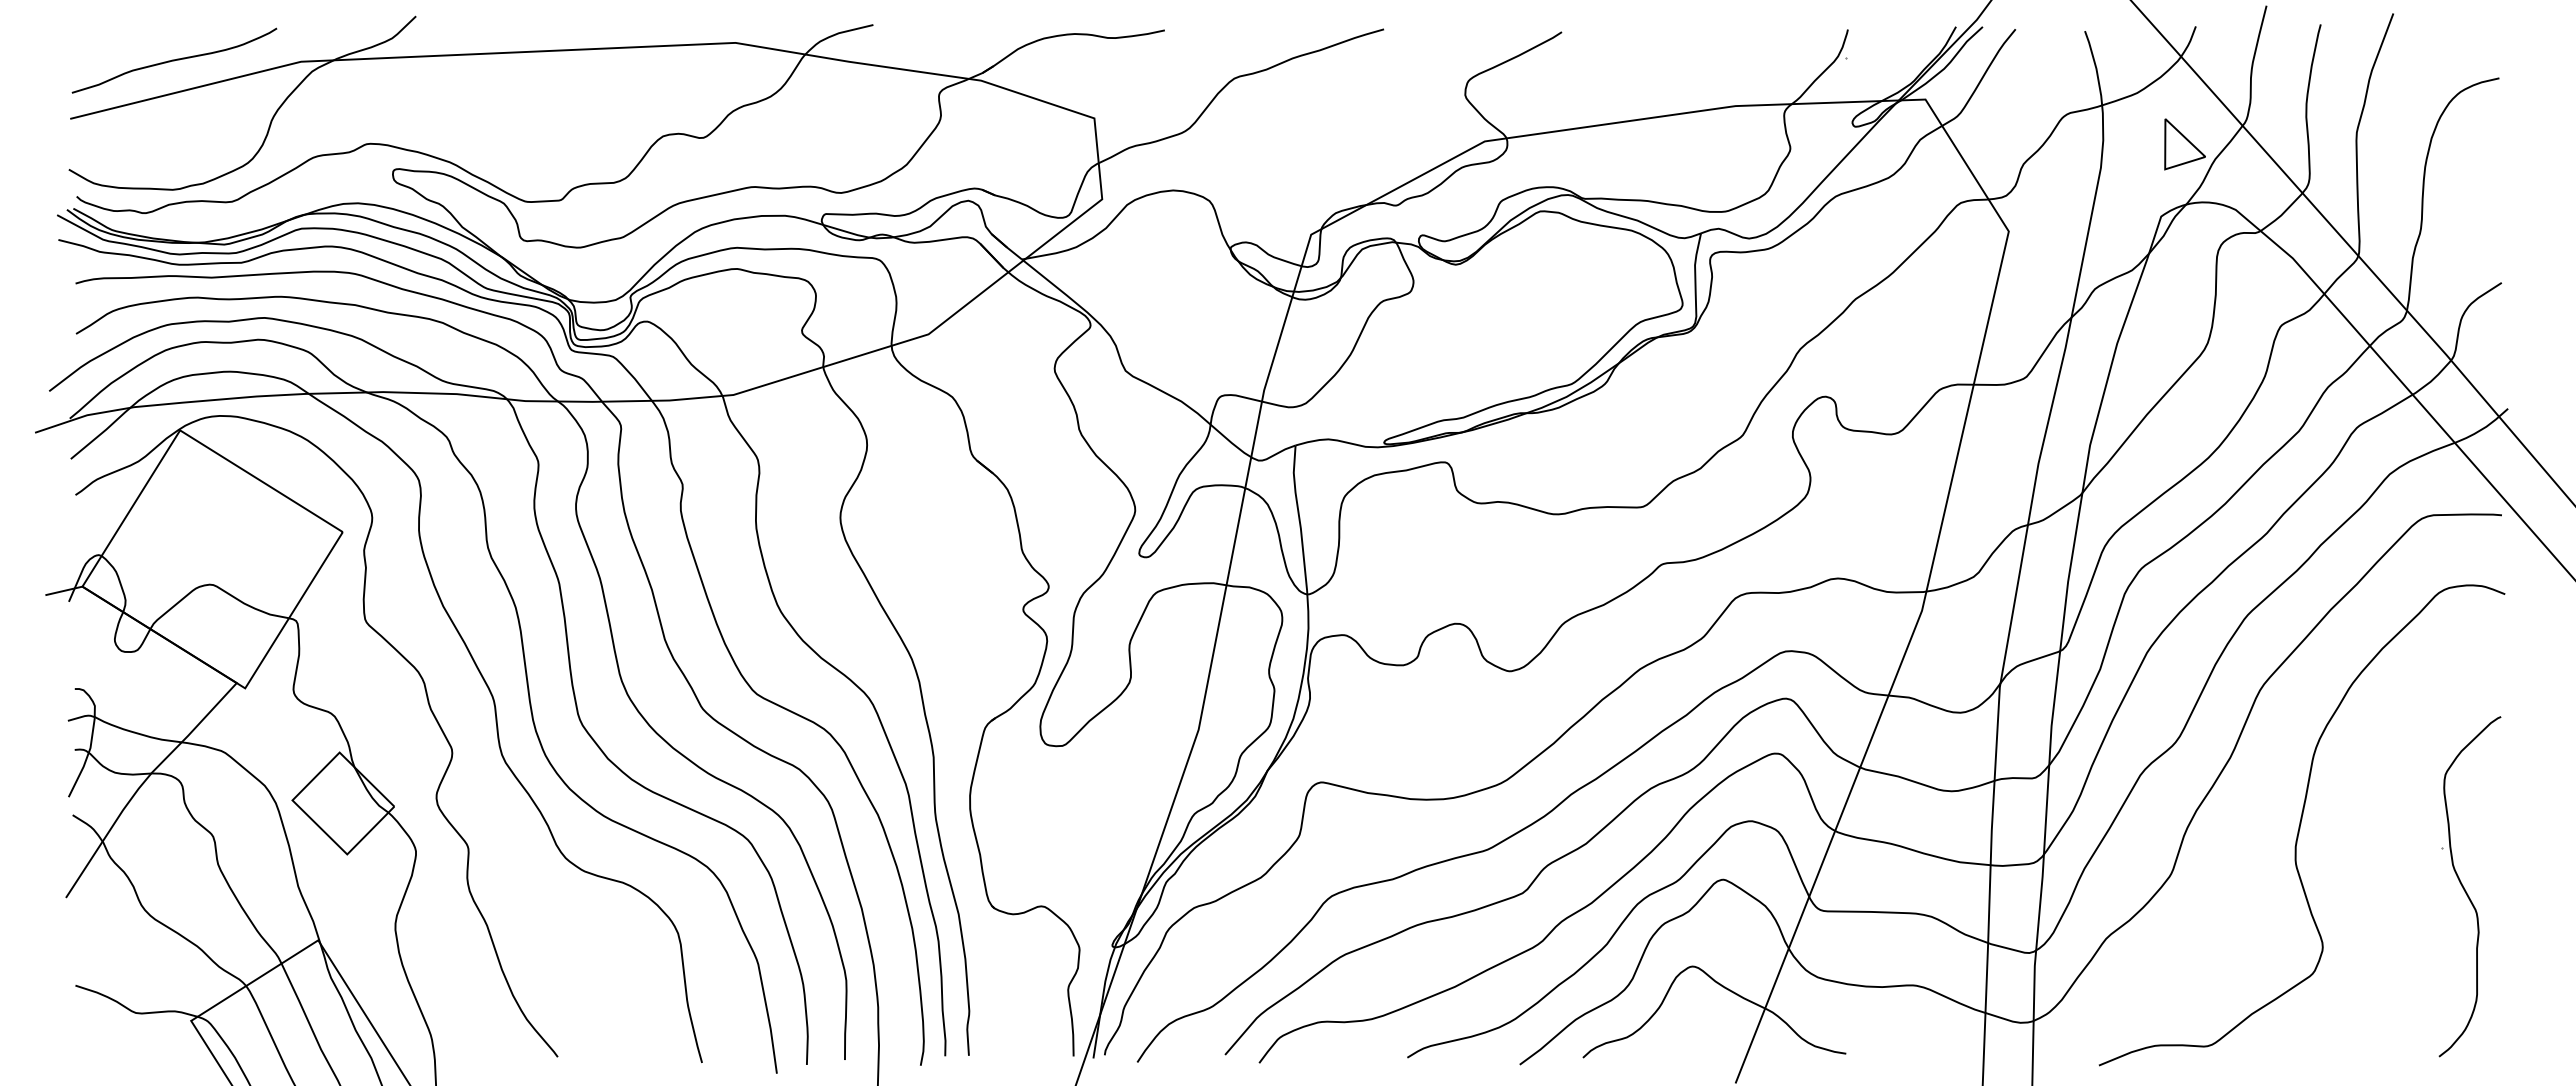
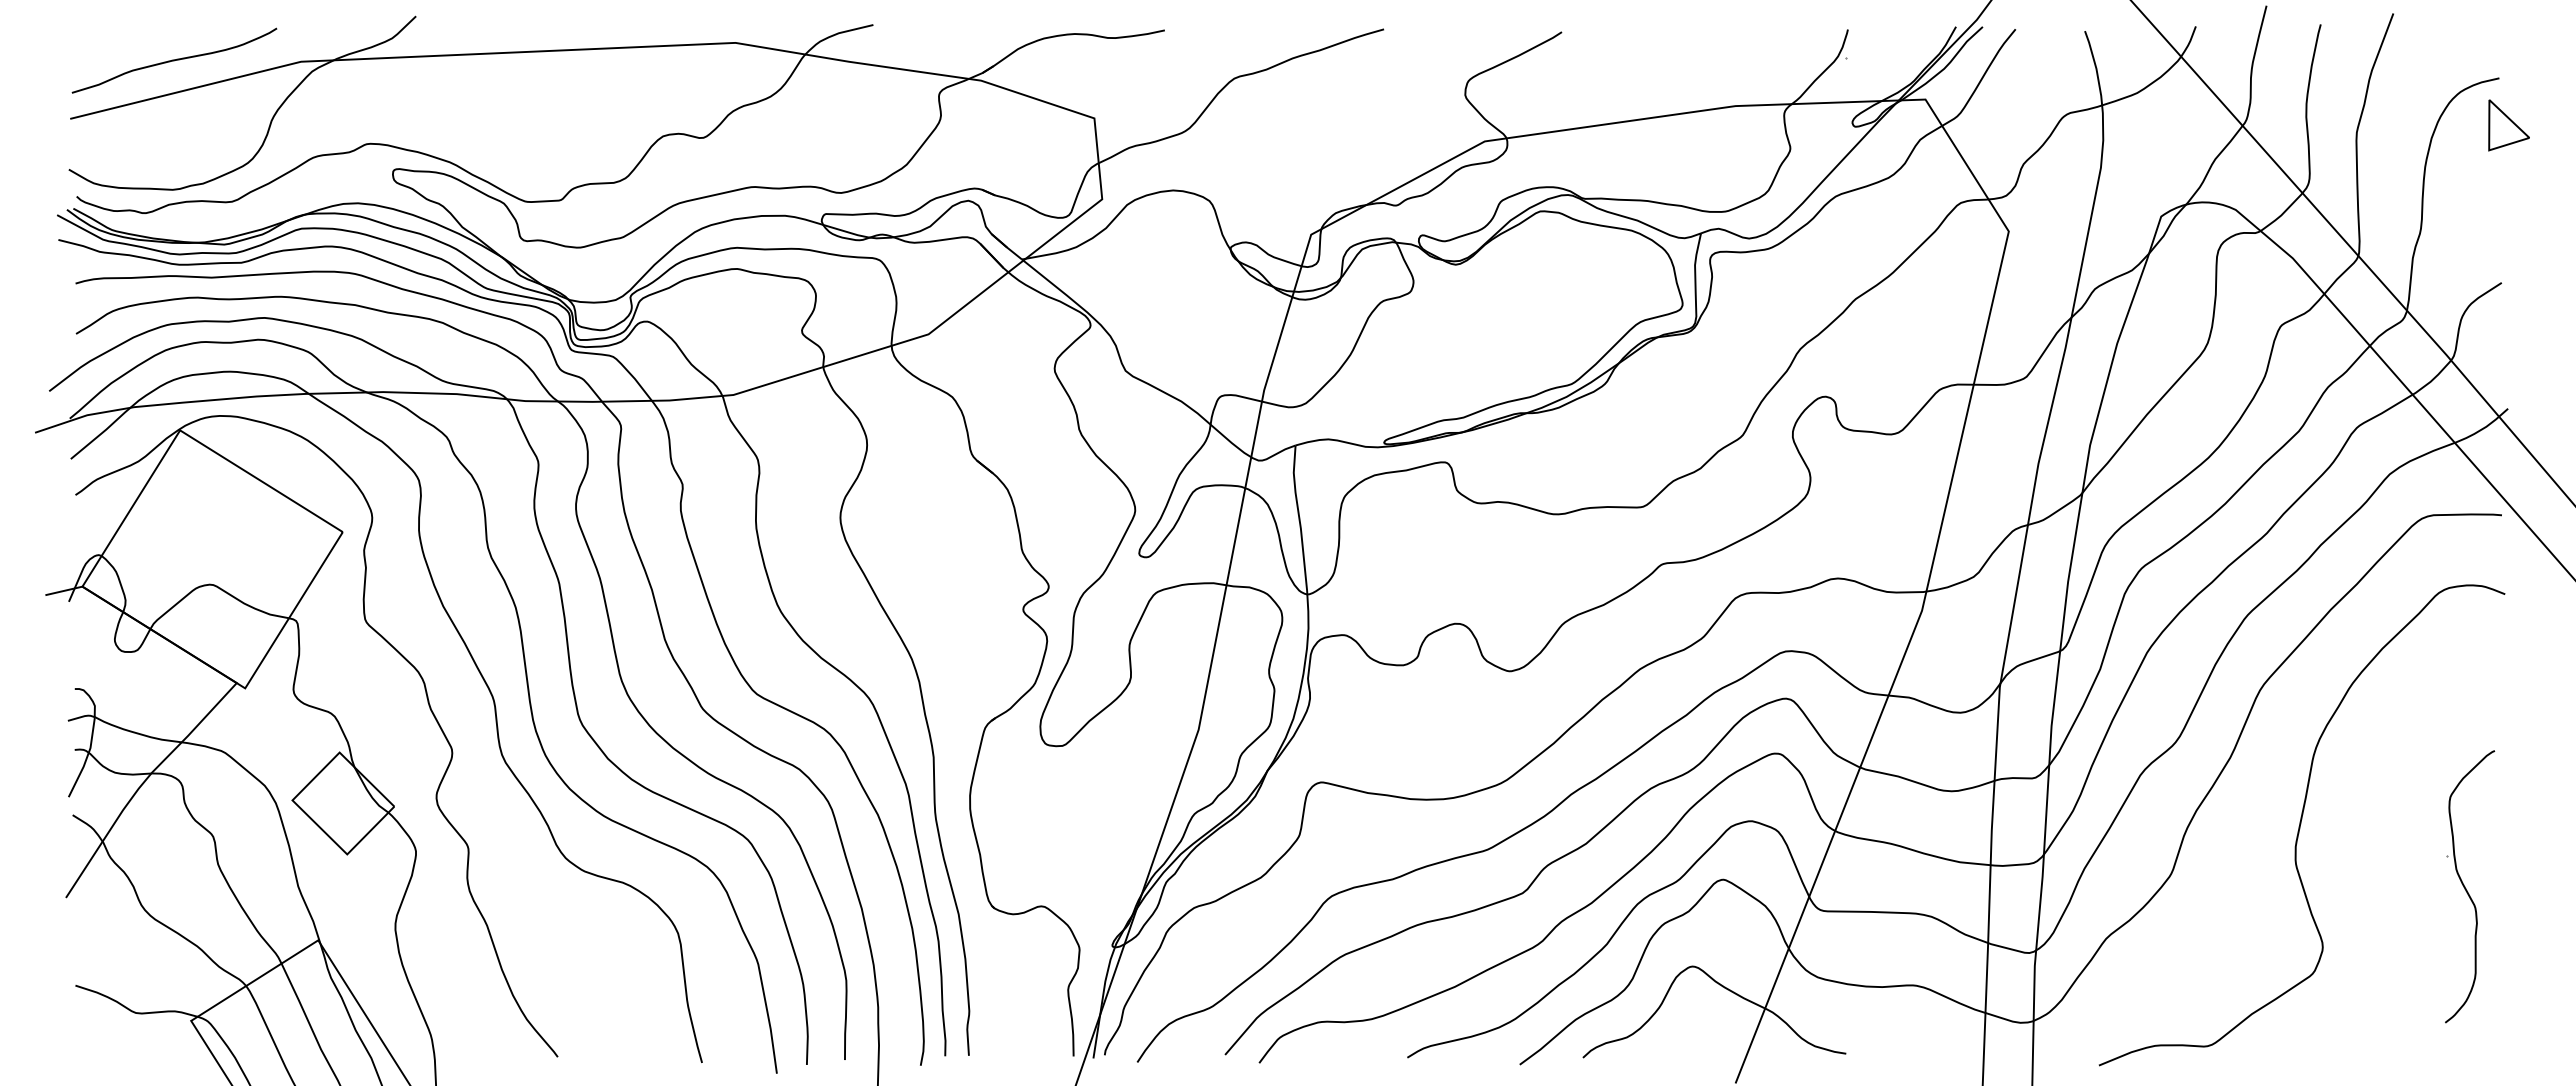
part at (2184, 144) position: (2184, 144) -> (2508, 125)
part at (2469, 886) size: 64x342 px -> 51x274 px
